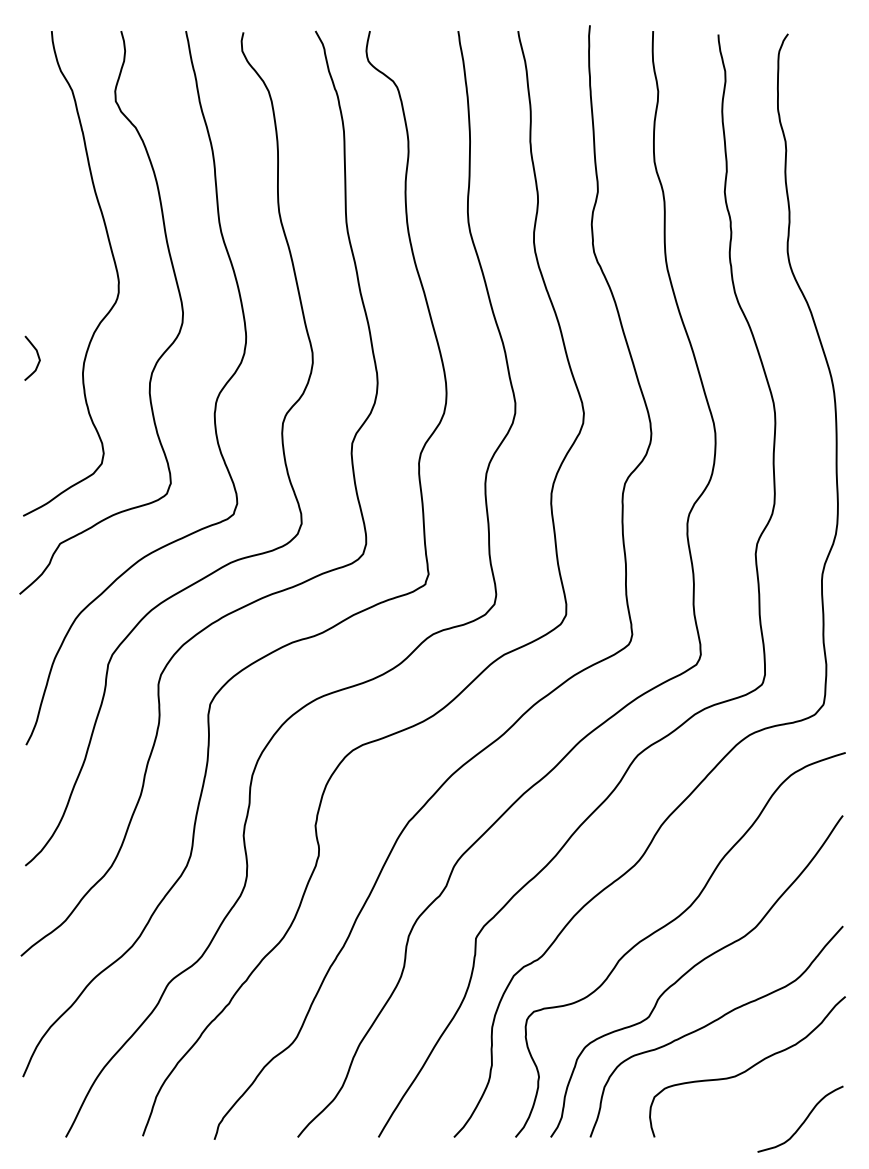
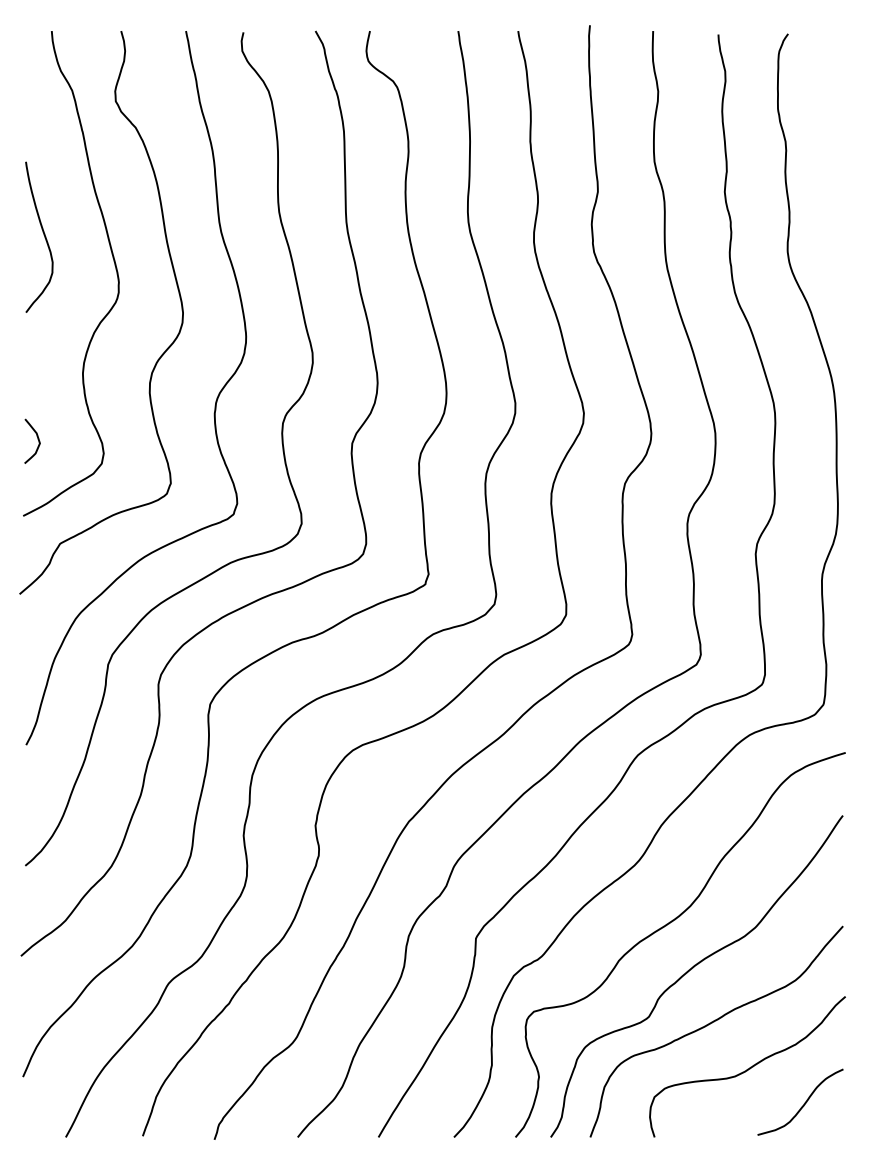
curve at (43, 235): none -> present
curve at (37, 356) position: (37, 356) -> (37, 439)
curve at (804, 1119) position: (804, 1119) -> (804, 1102)
